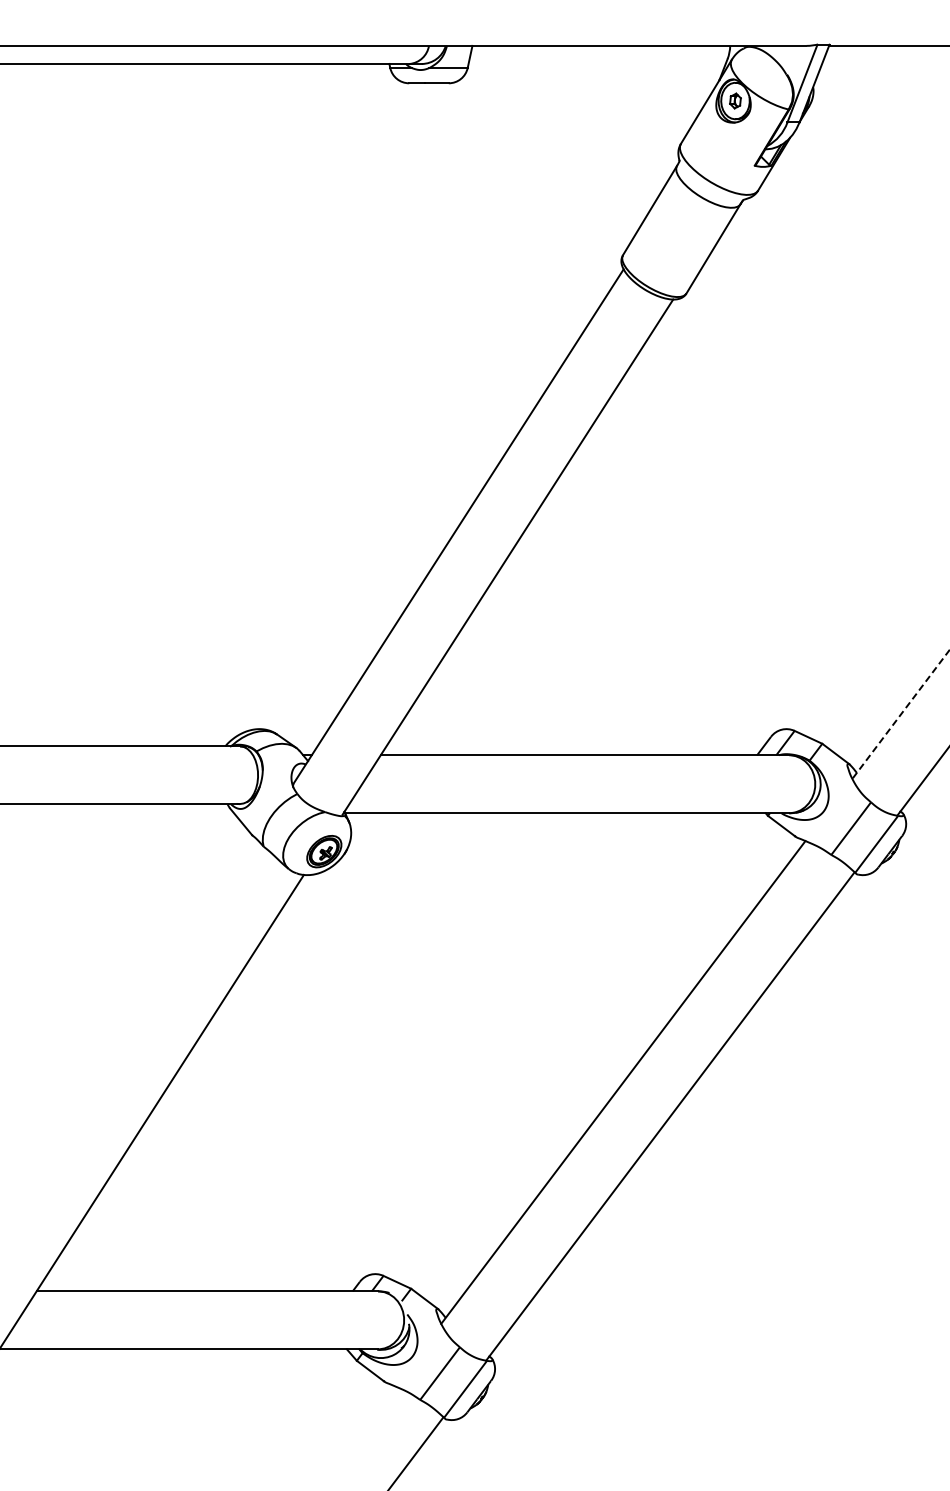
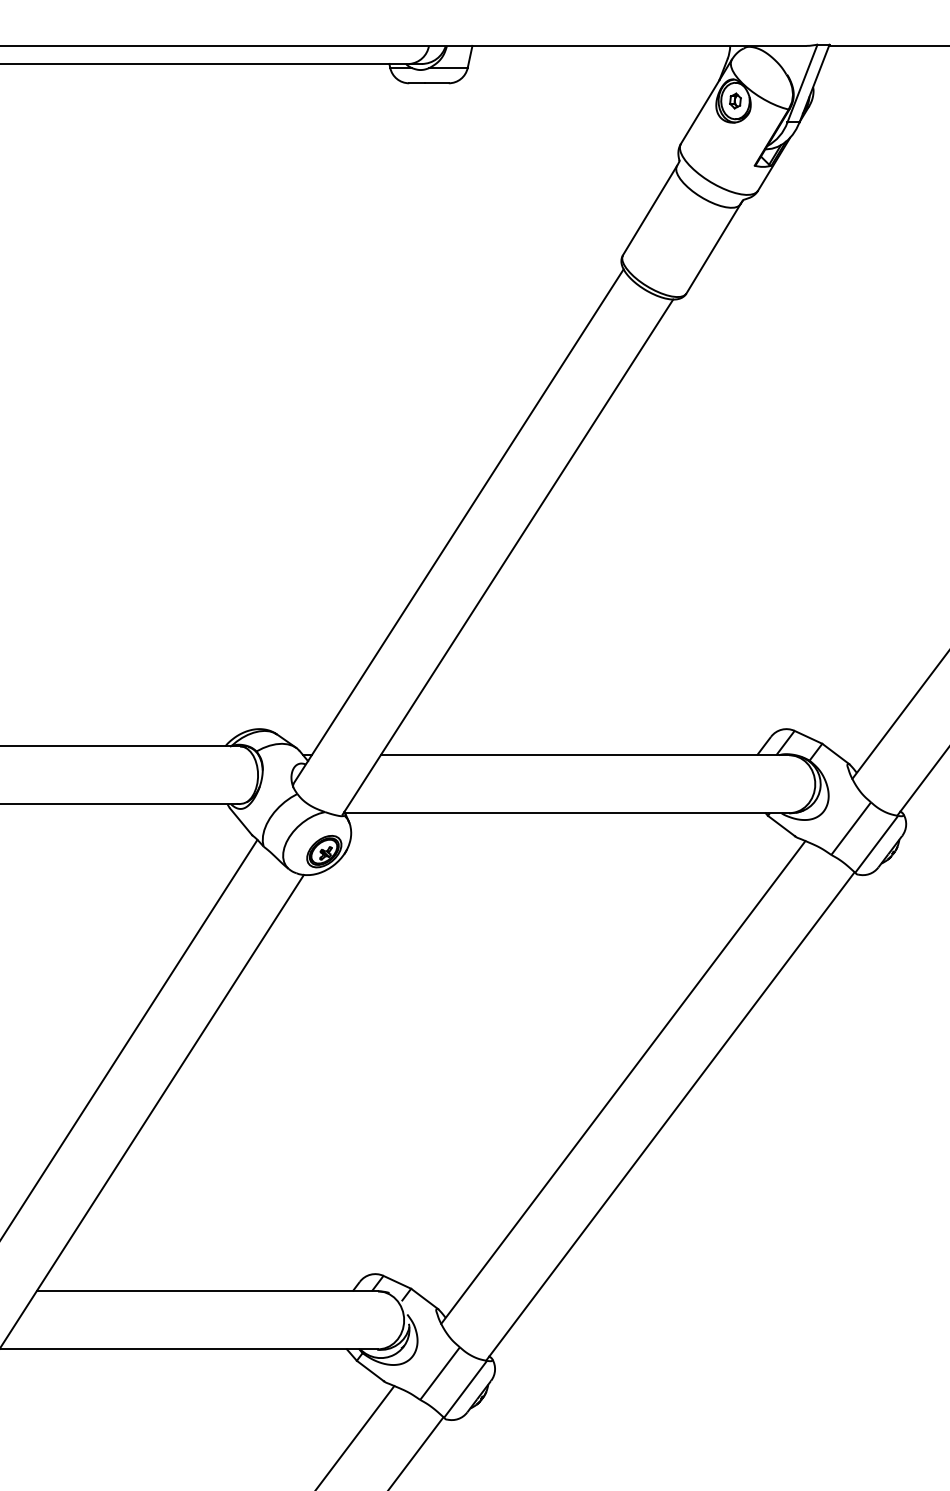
line at (901, 714): dashed -> solid
line at (129, 1038): none -> present
line at (355, 1436): none -> present
